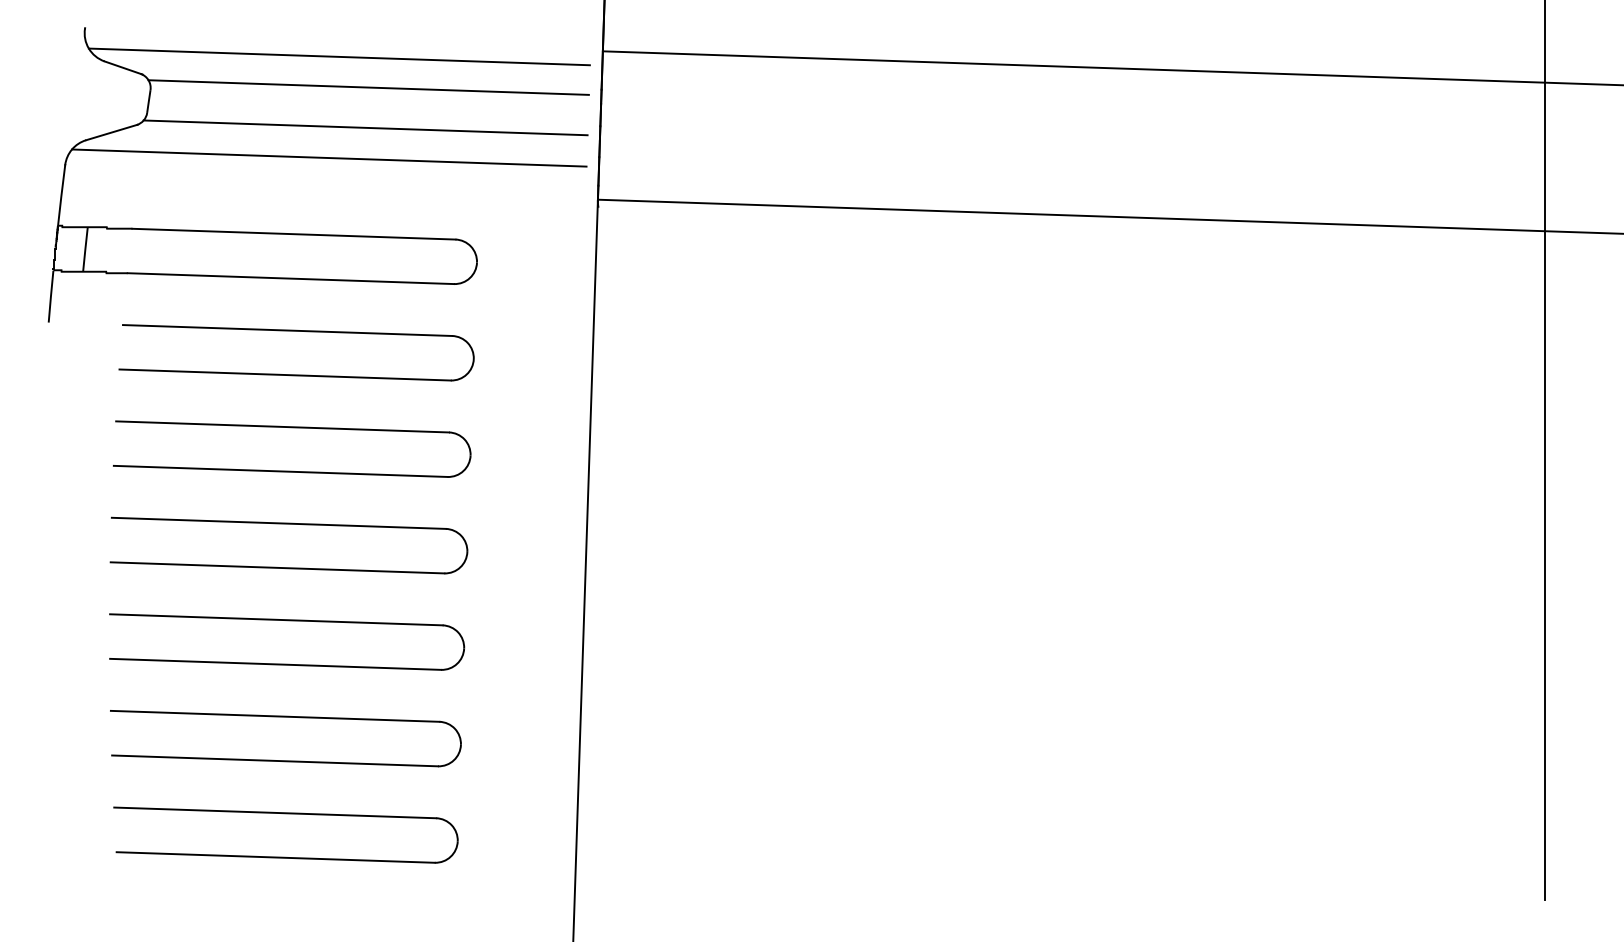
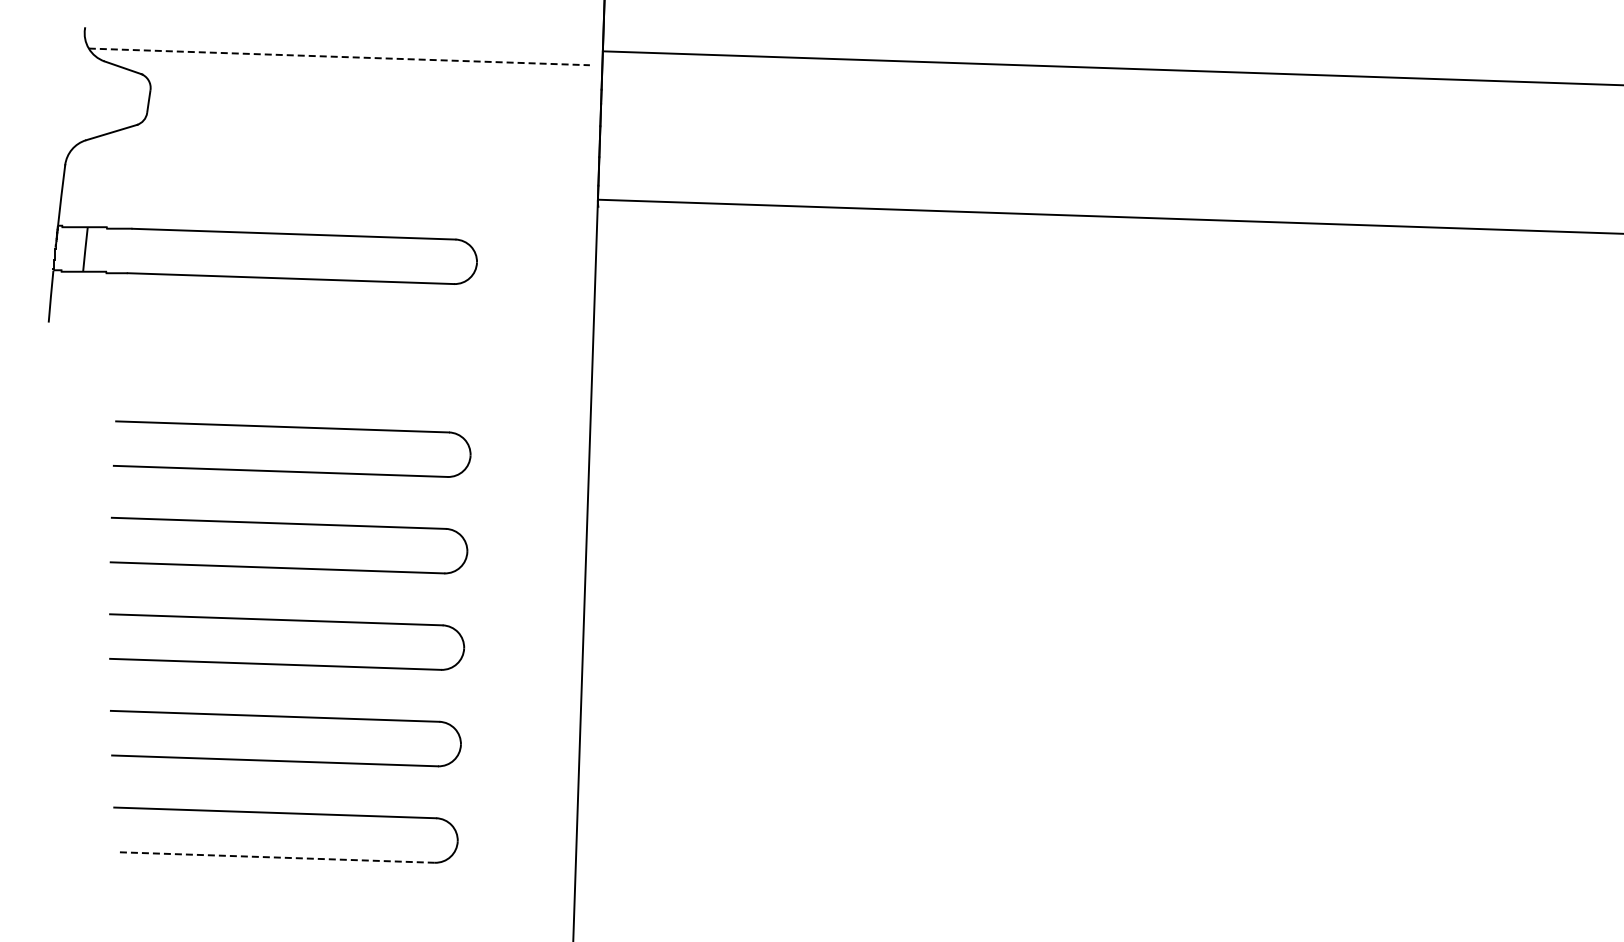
line at (339, 56): solid -> dashed
line at (368, 87): present -> none
line at (365, 127): present -> none
line at (329, 157): present -> none
part at (296, 331): present -> none
line at (1545, 451): present -> none
line at (275, 857): solid -> dashed
